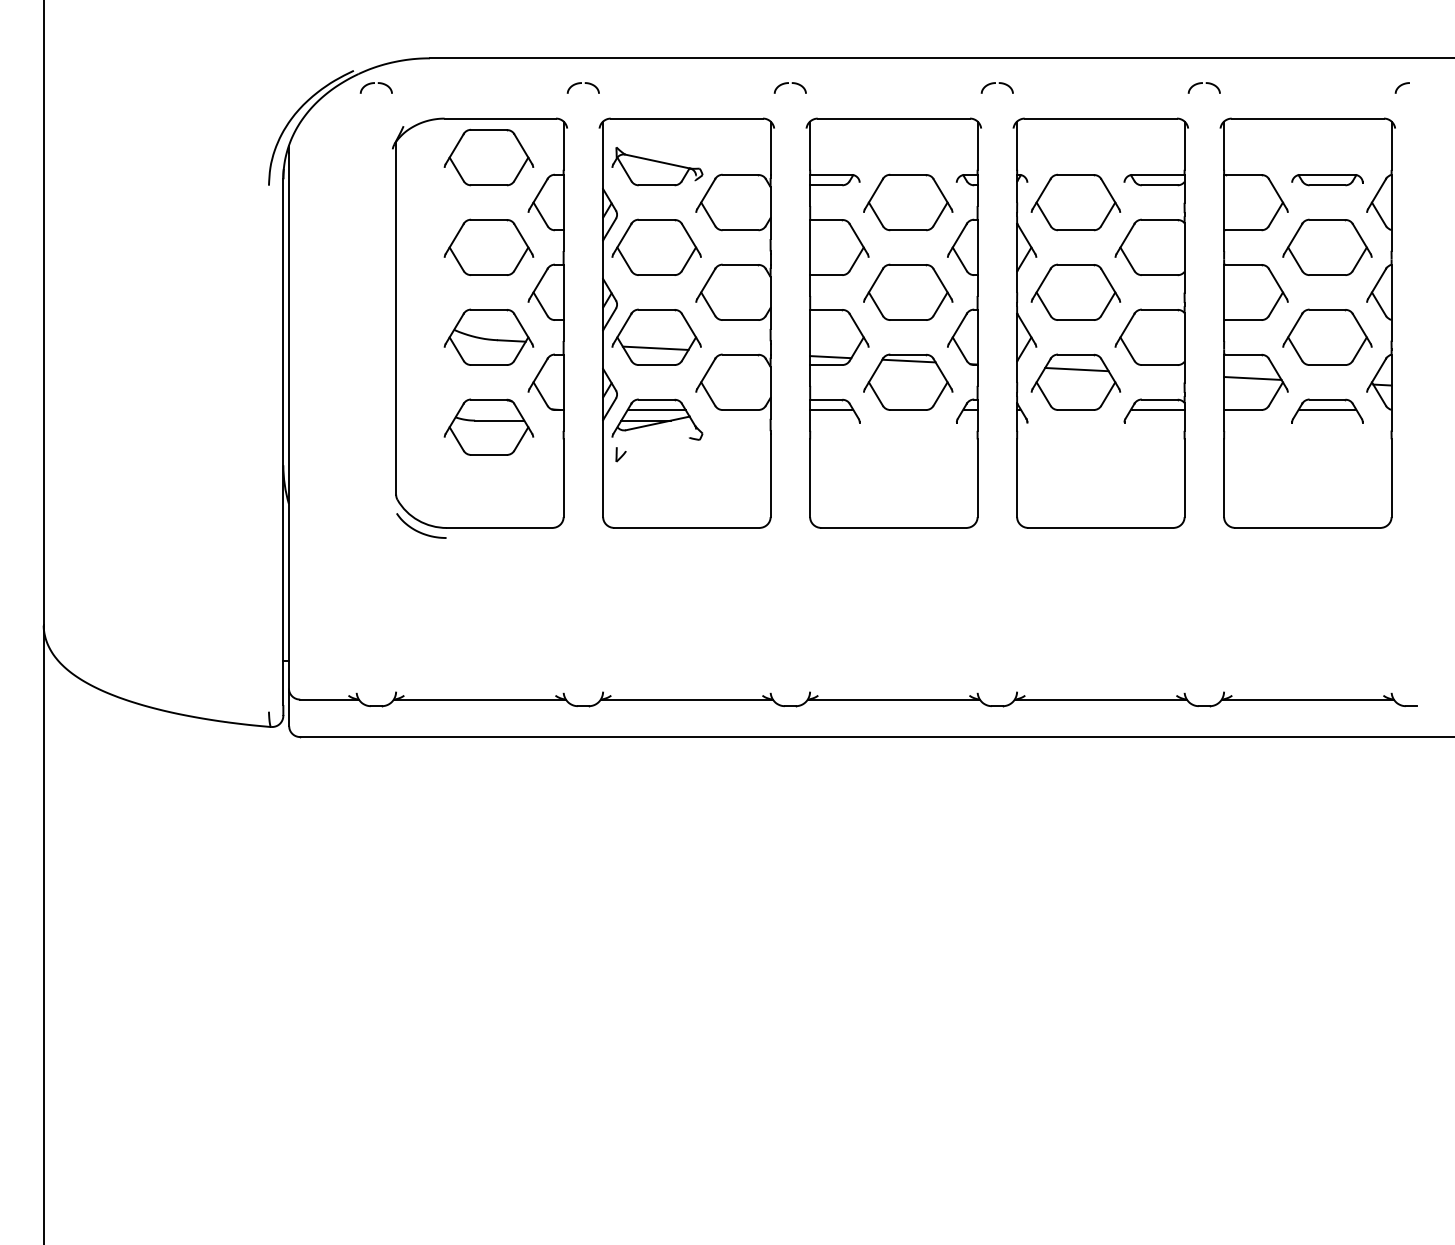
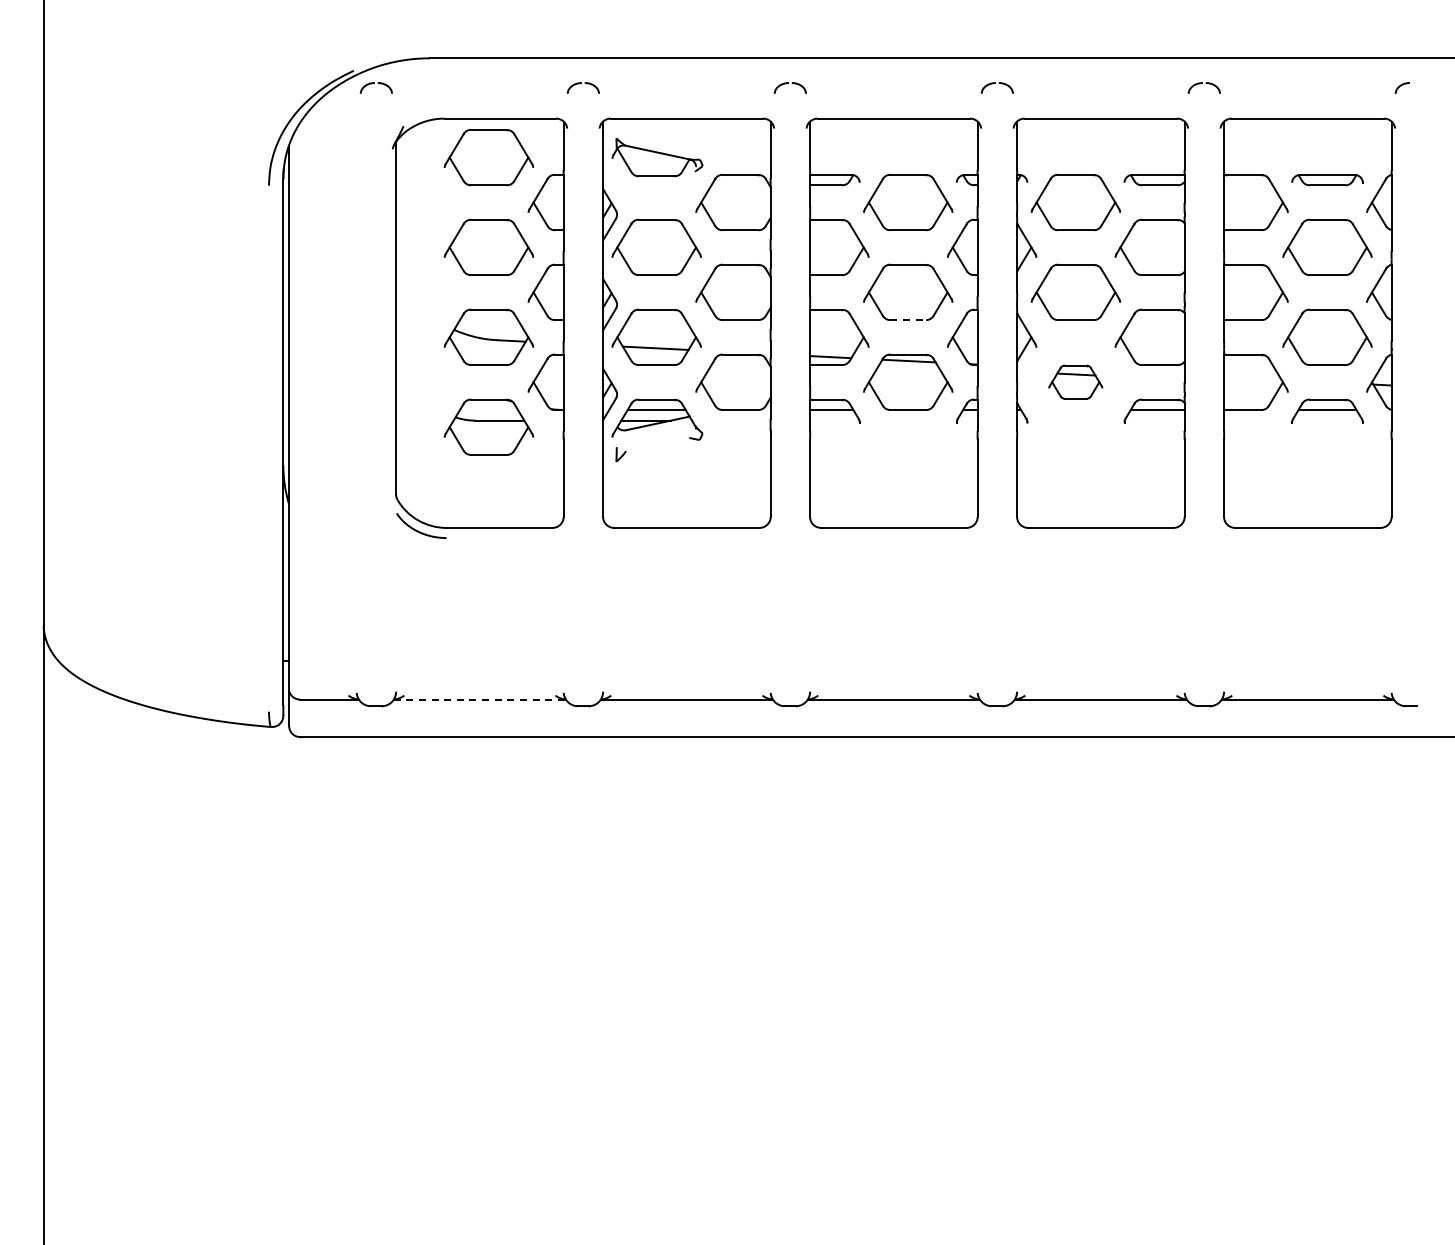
part at (657, 166) position: (657, 166) -> (657, 157)
line at (908, 320): solid -> dashed
line at (1252, 378): present -> none
part at (1075, 381) size: 91x58 px -> 56x36 px
line at (480, 699): solid -> dashed
